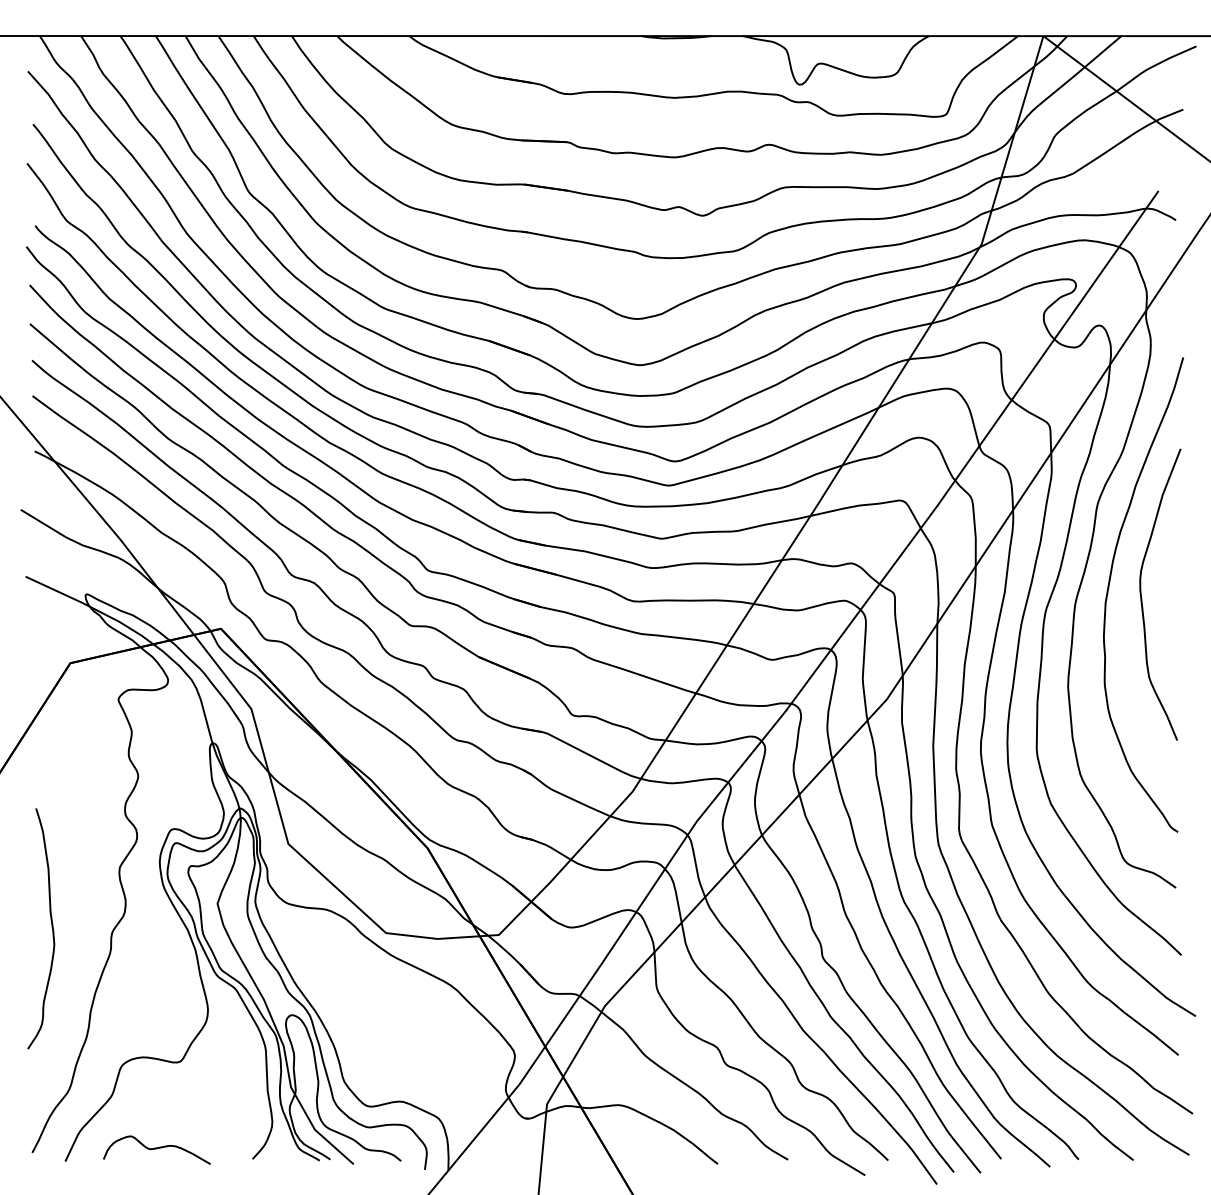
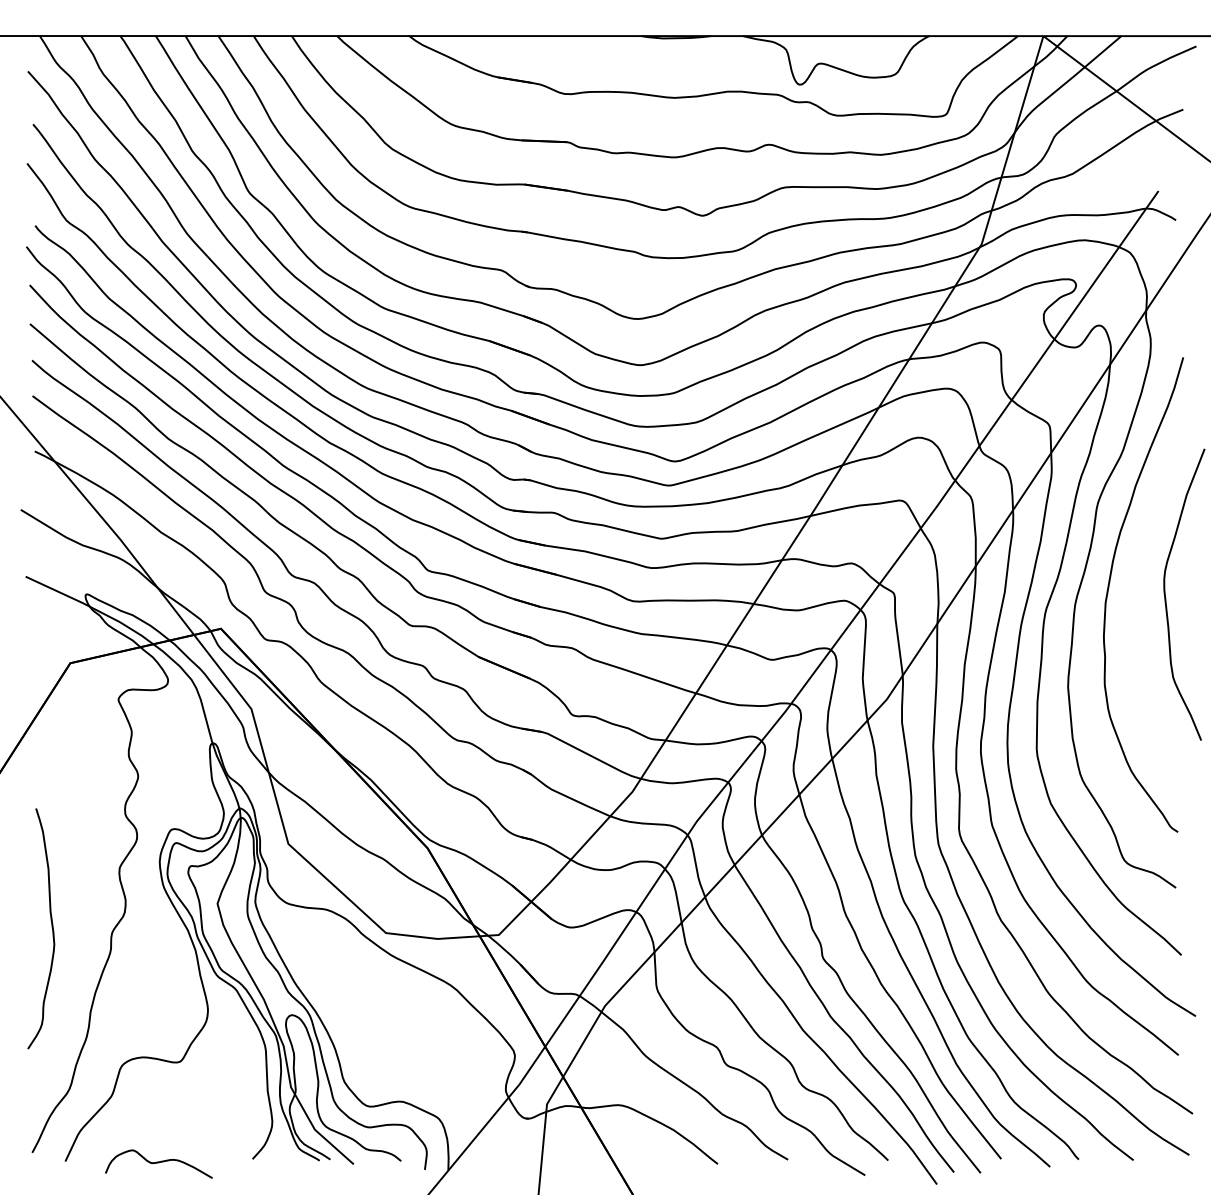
curve at (1142, 598) position: (1142, 598) -> (1166, 598)
curve at (156, 1149) position: (156, 1149) -> (158, 1163)
